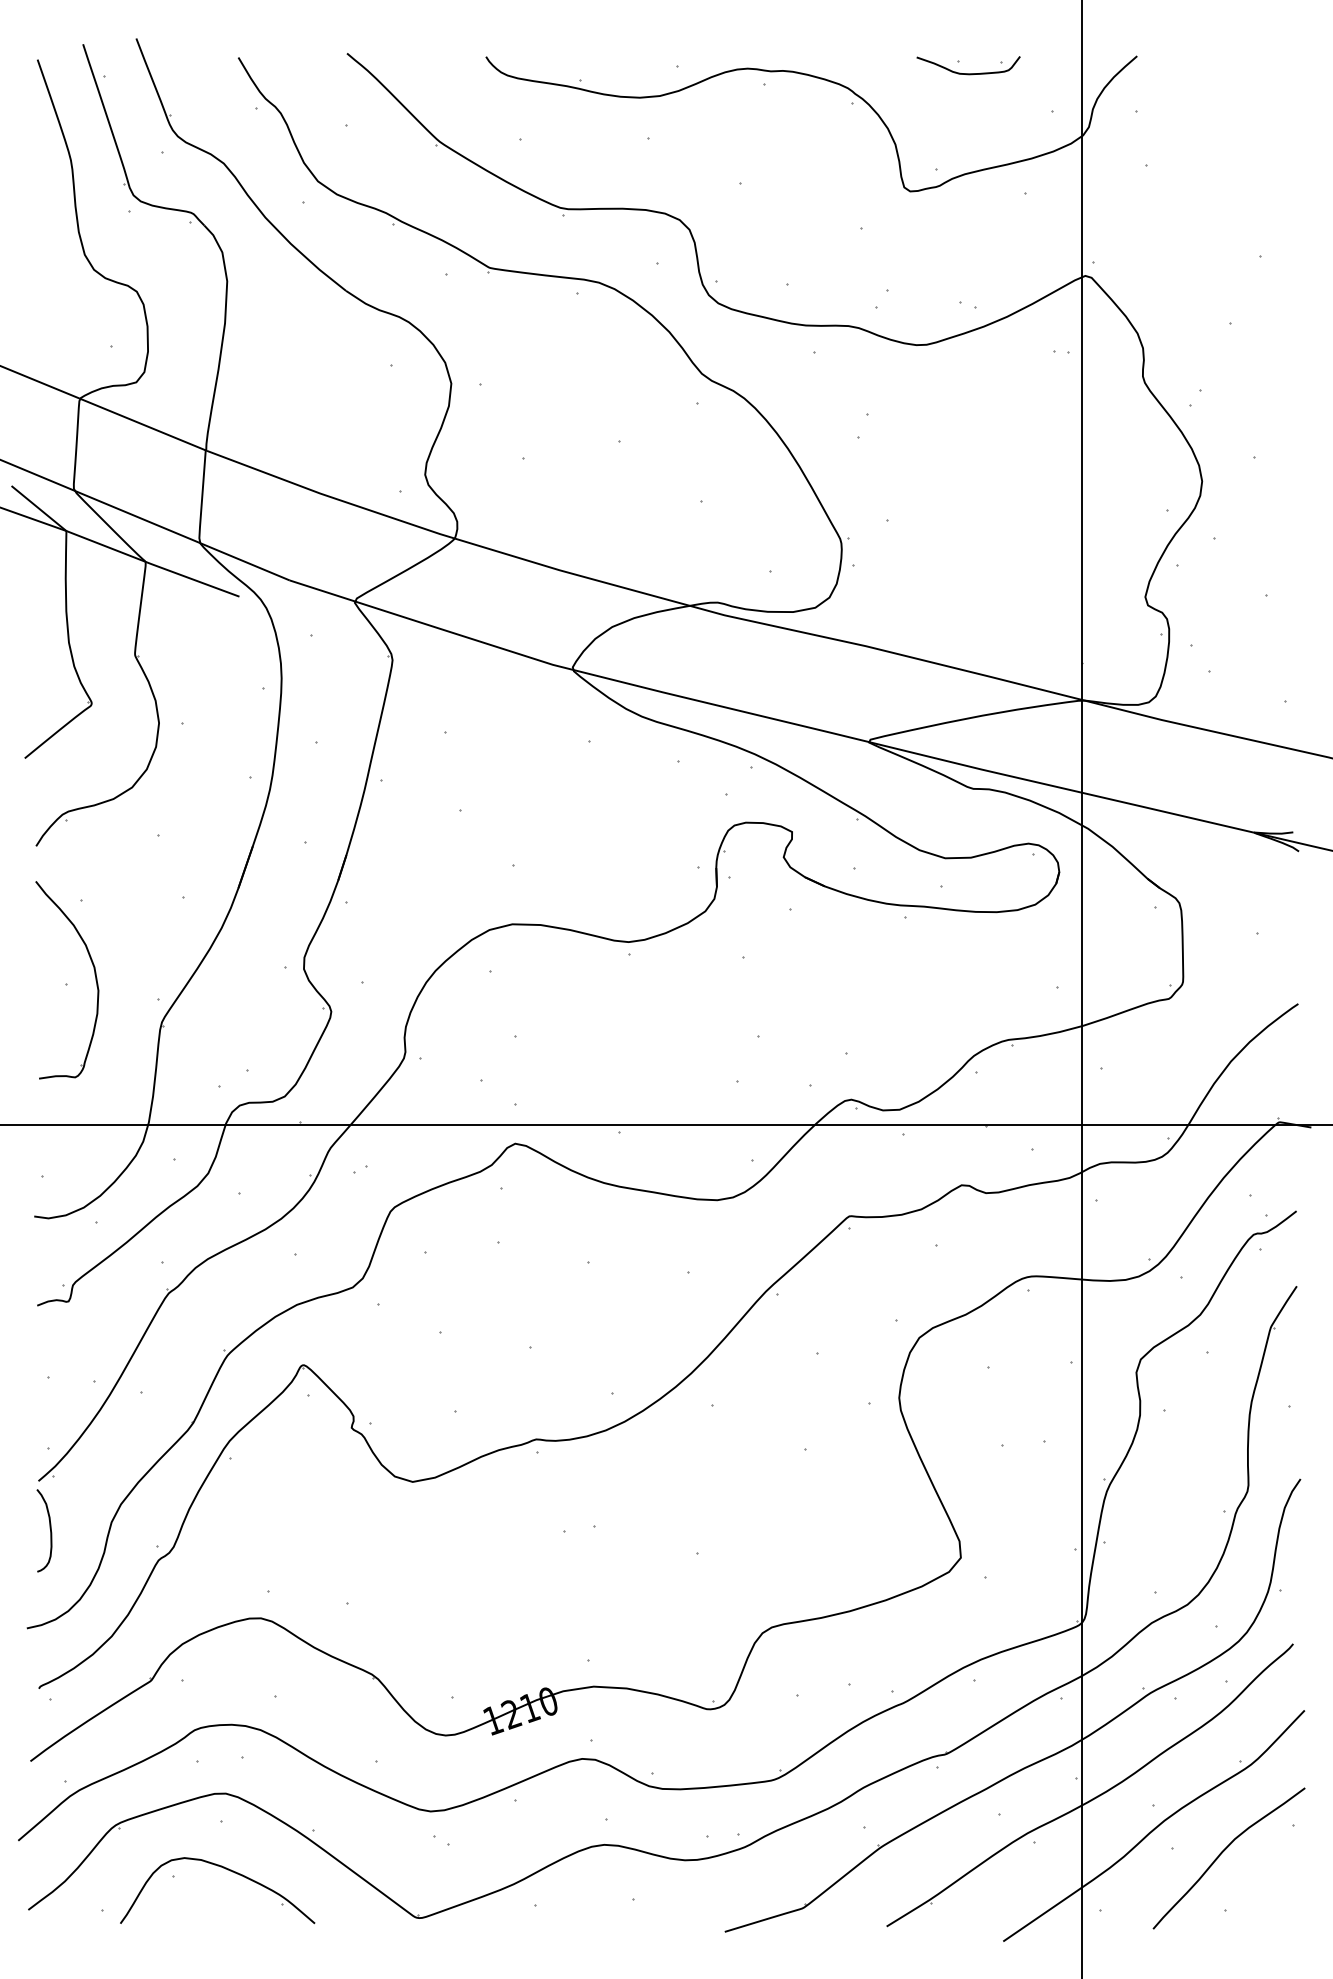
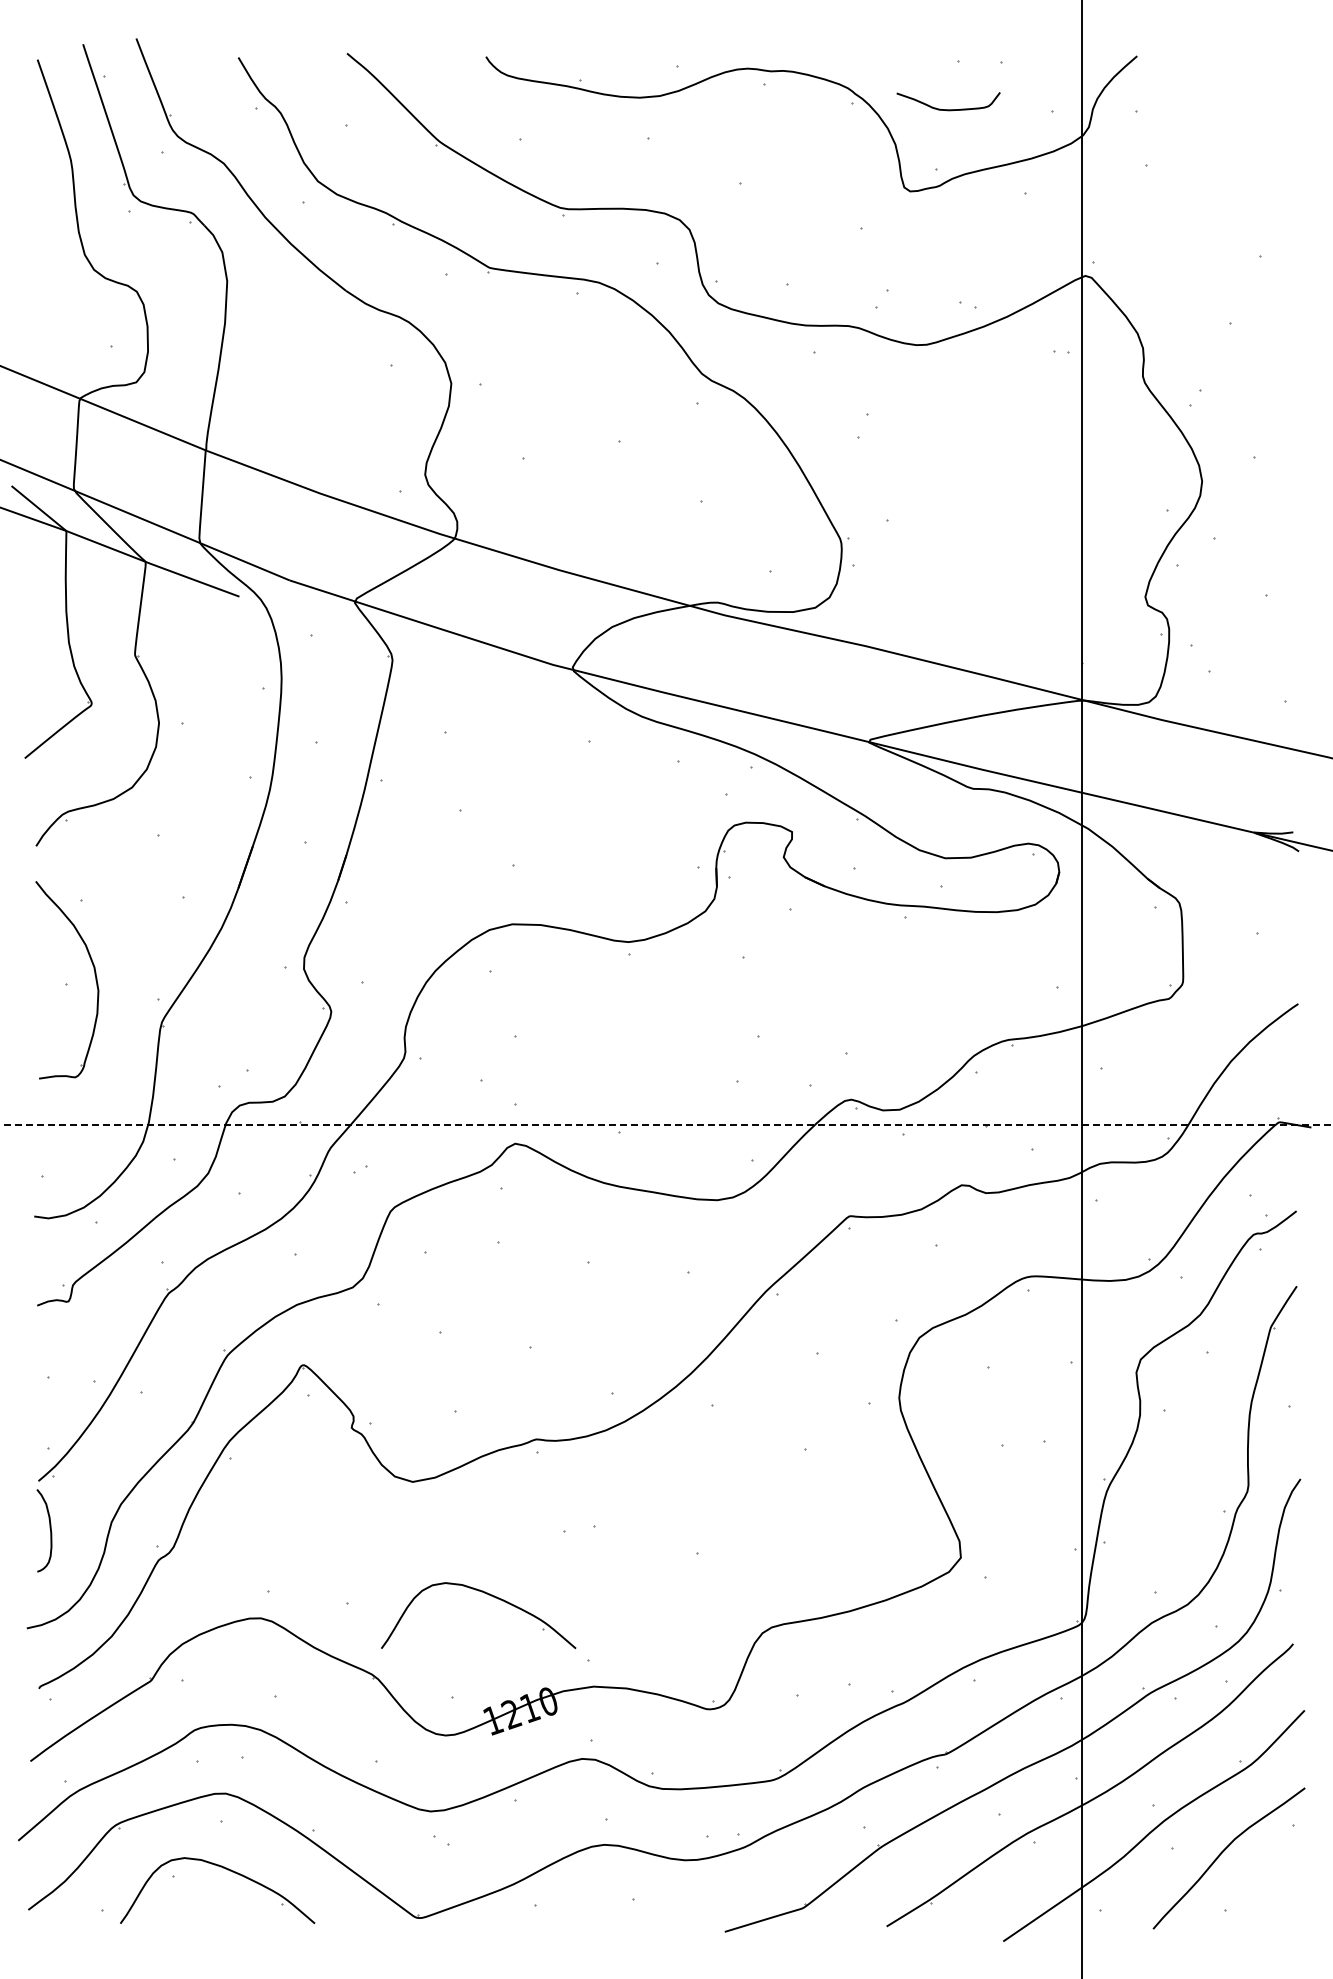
curve at (968, 73) position: (968, 73) -> (948, 109)
line at (666, 1125): solid -> dashed
part at (488, 1595): none -> present
